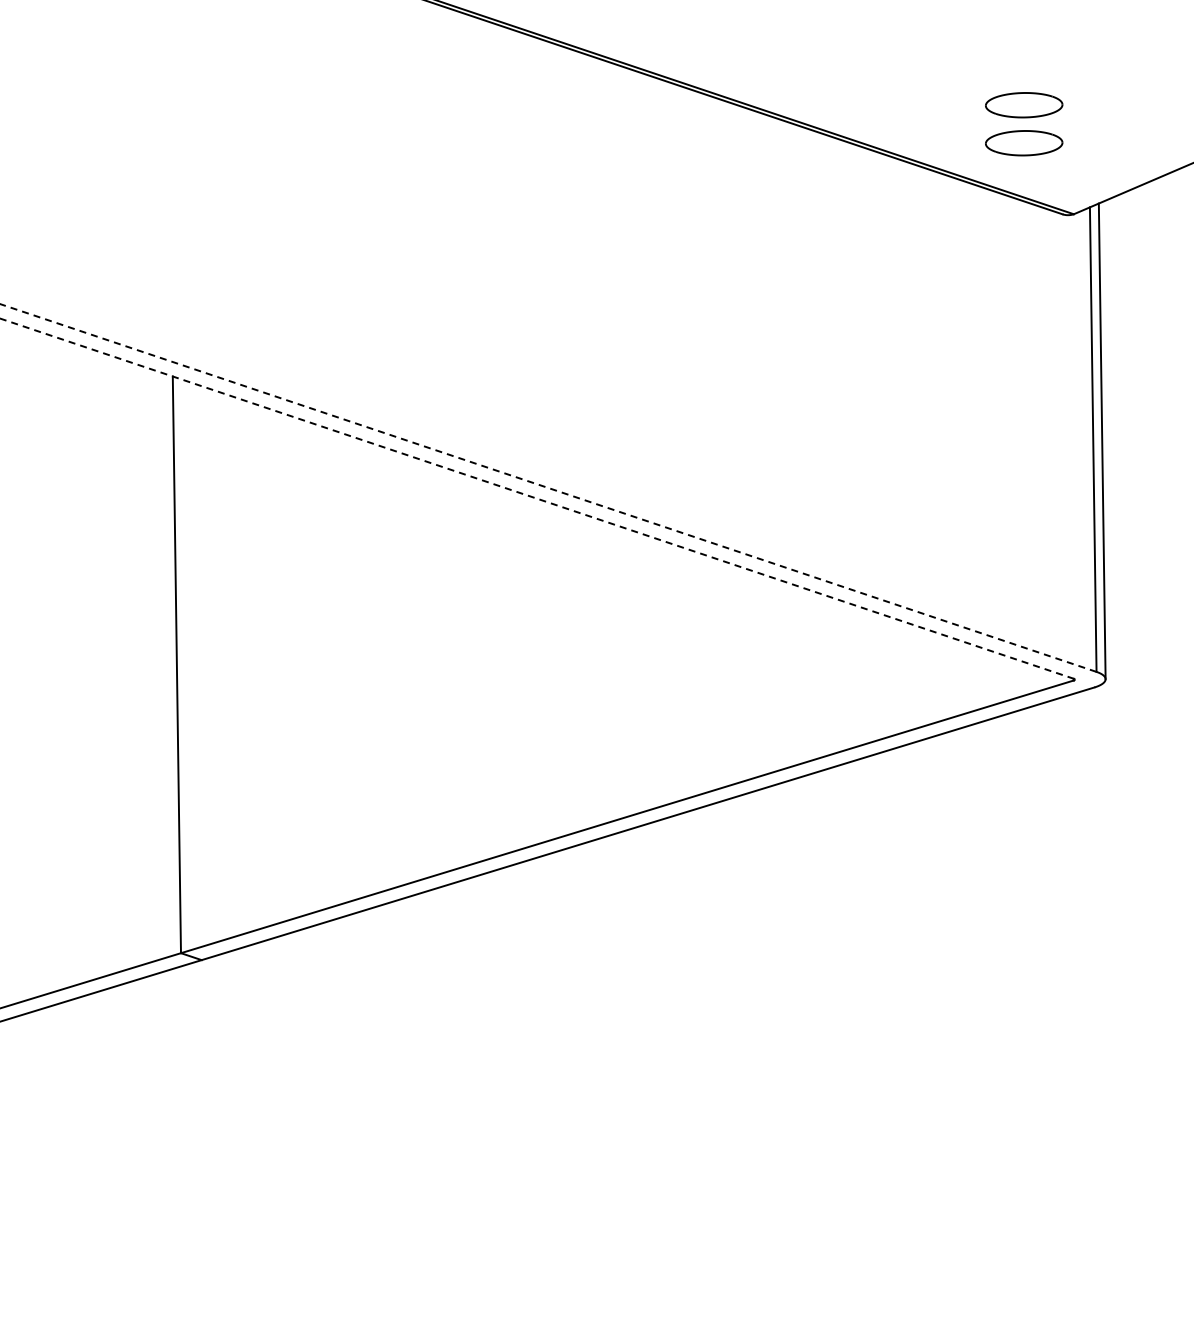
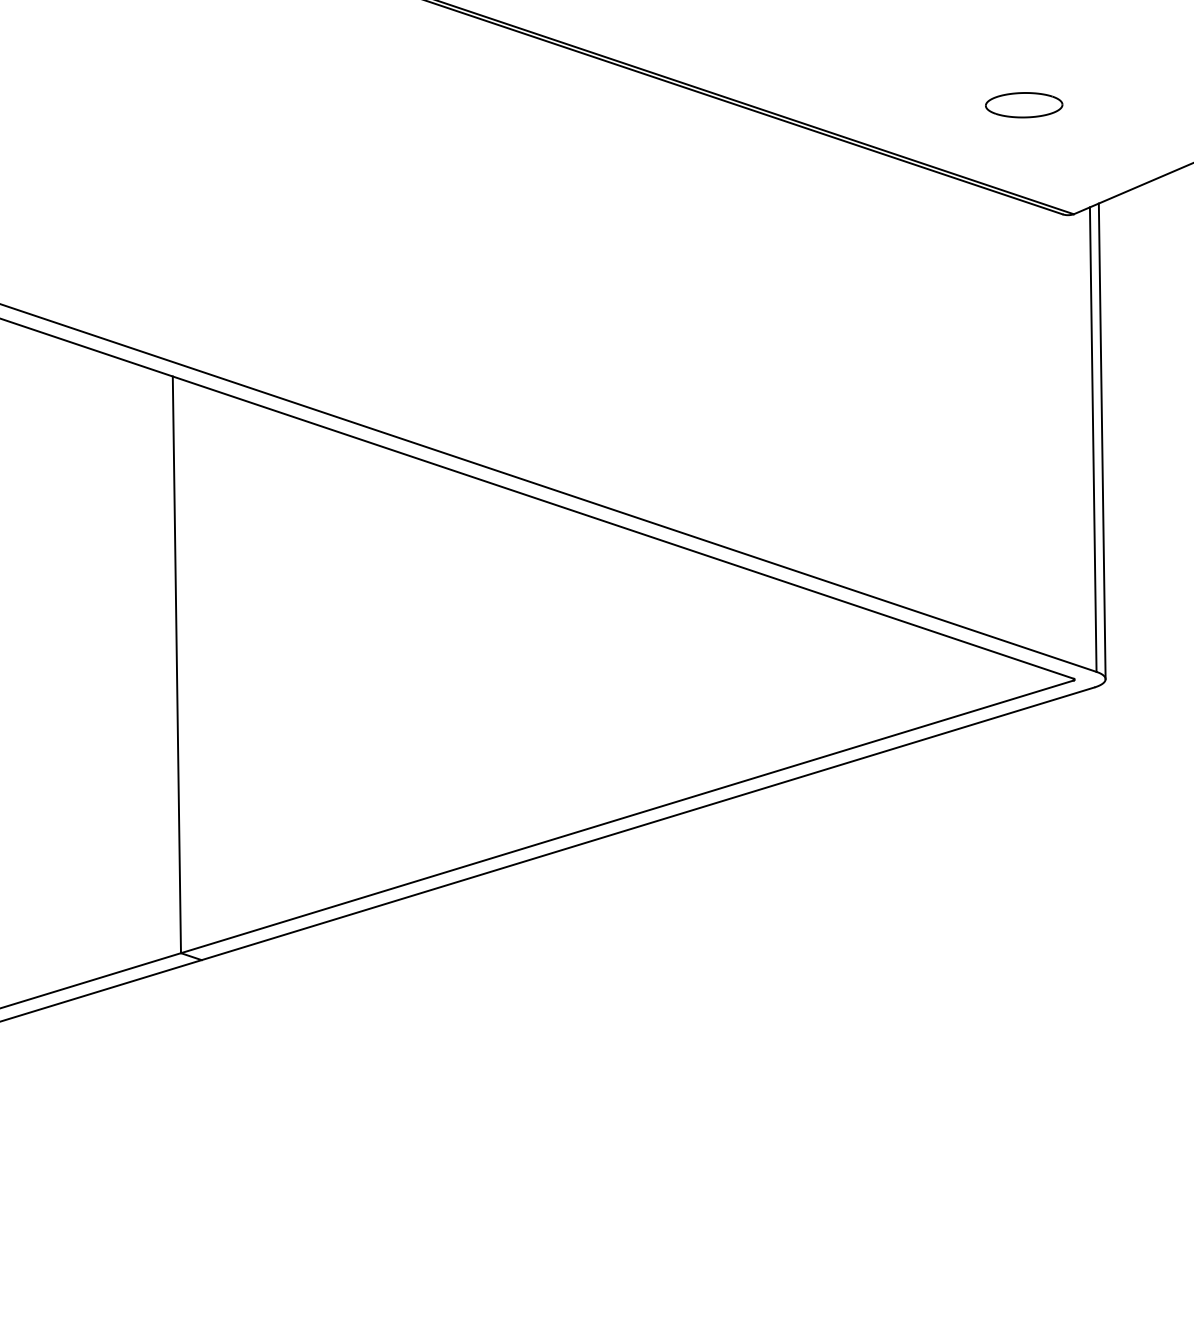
part at (1024, 143): present -> none
line at (547, 487): dashed -> solid
line at (537, 498): dashed -> solid
